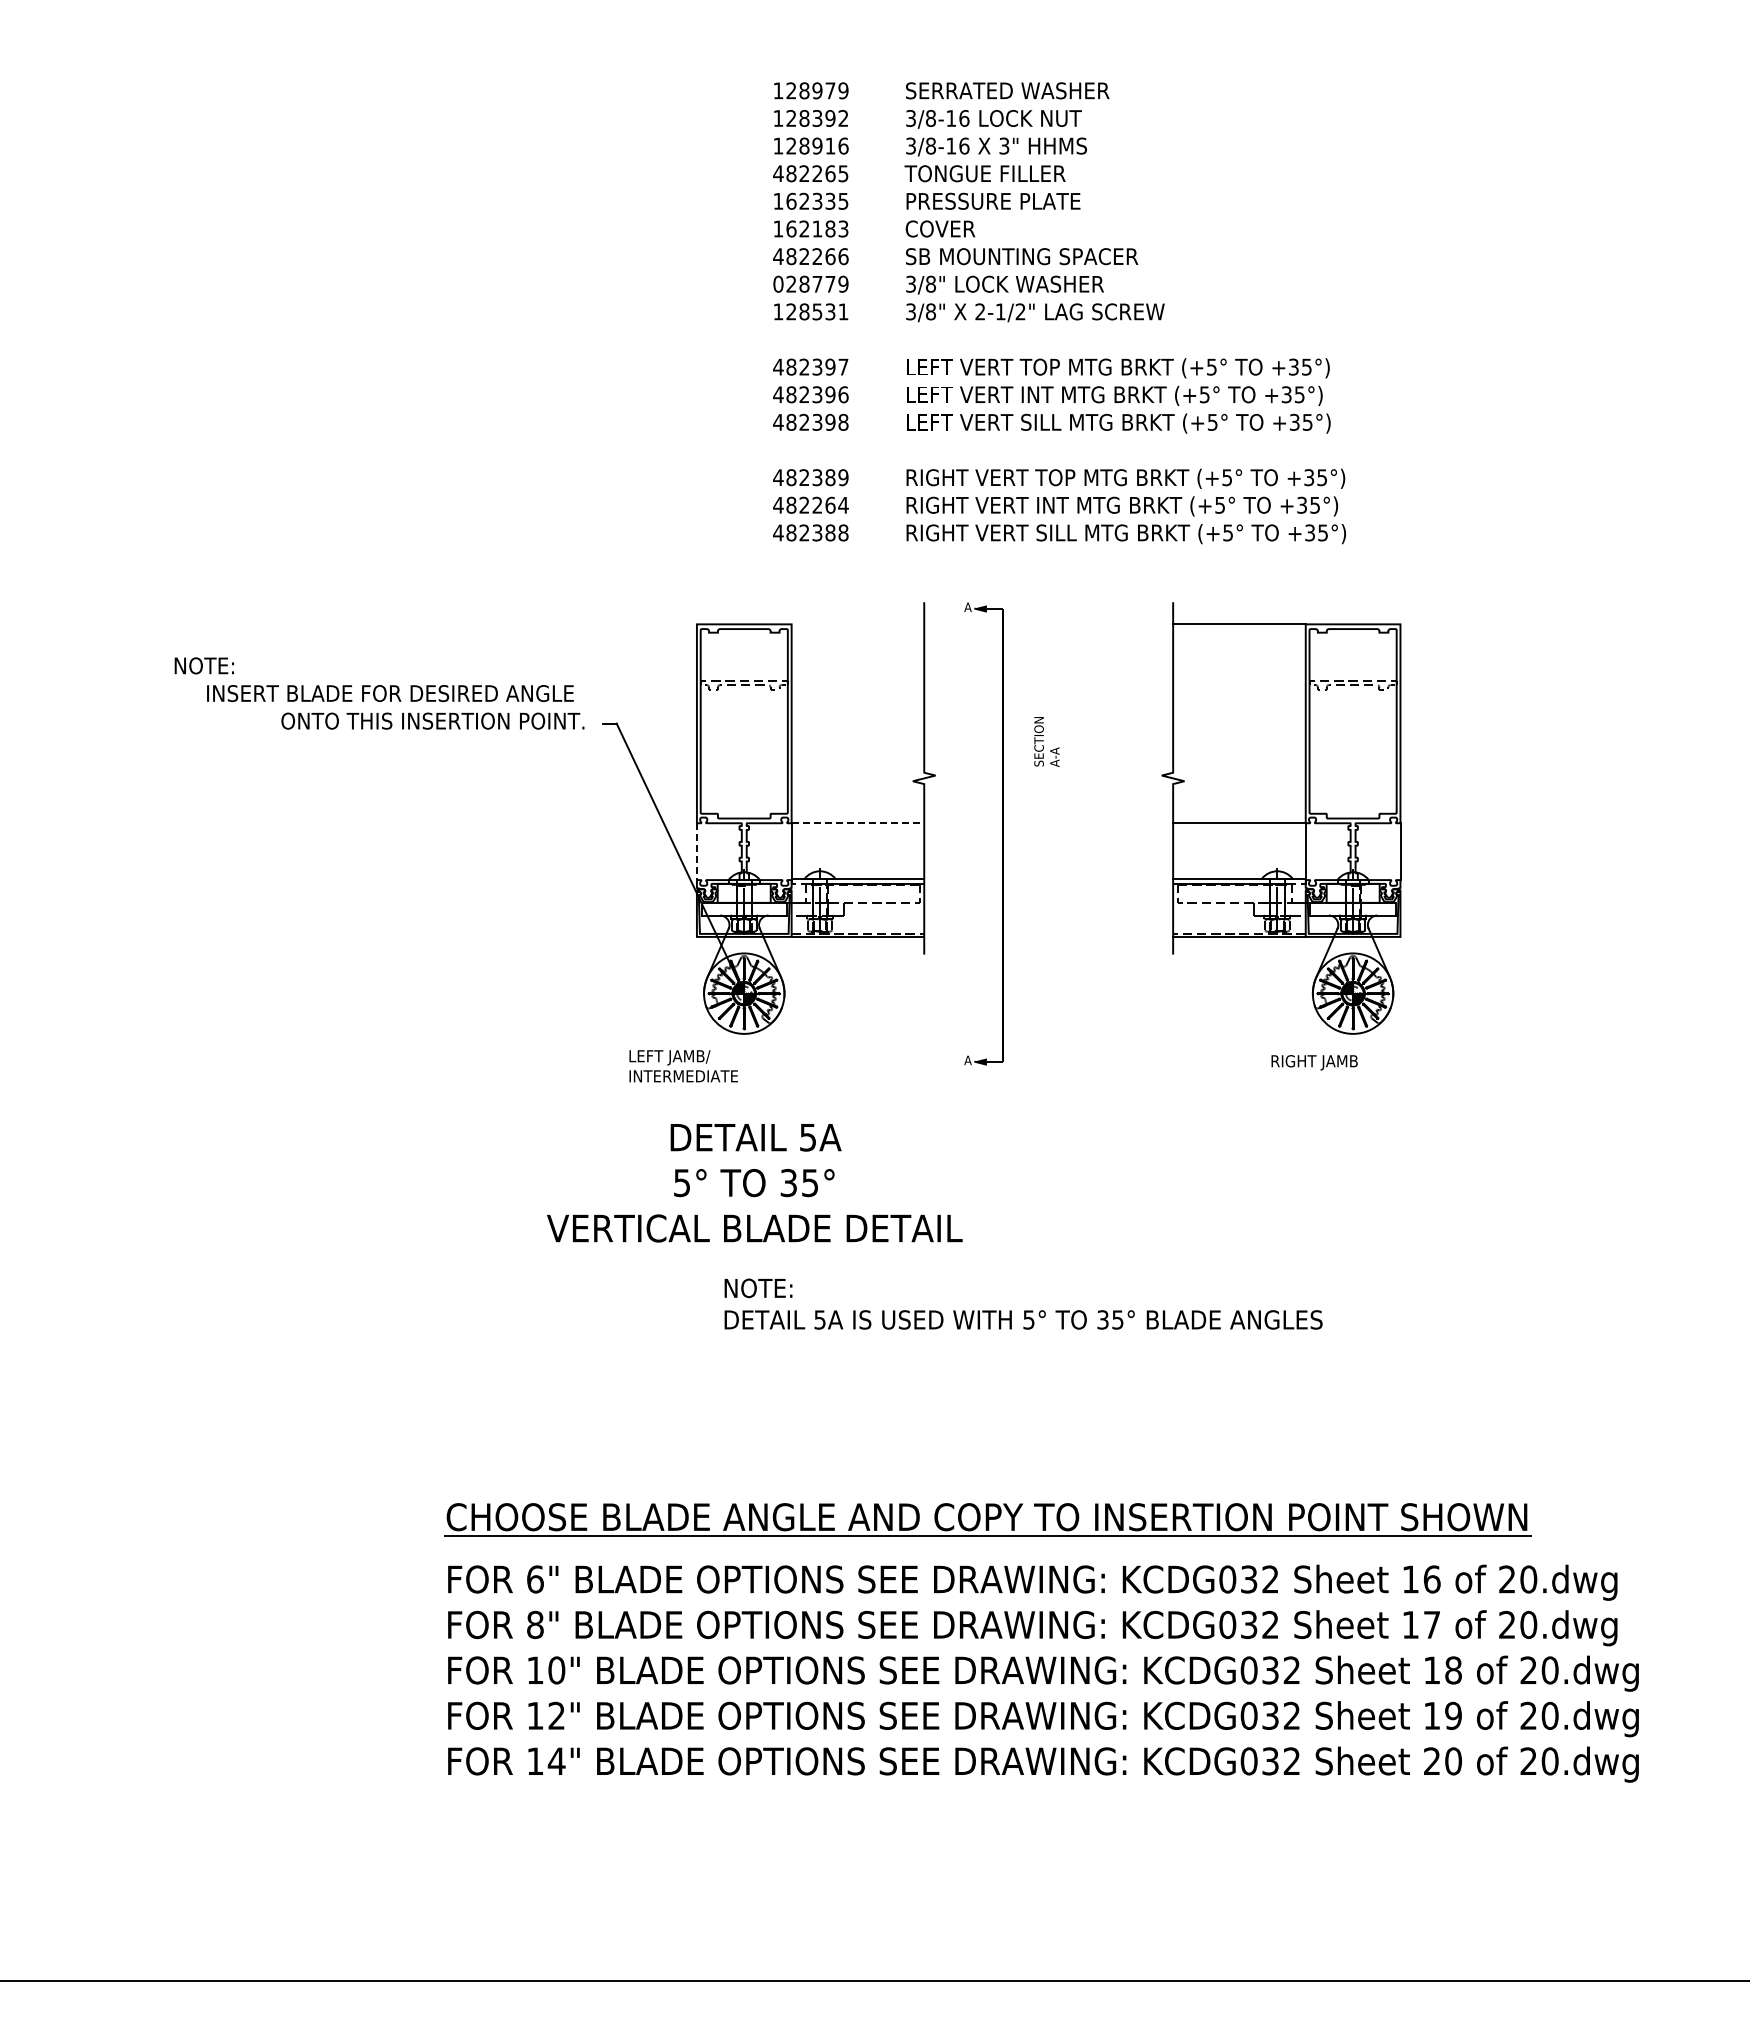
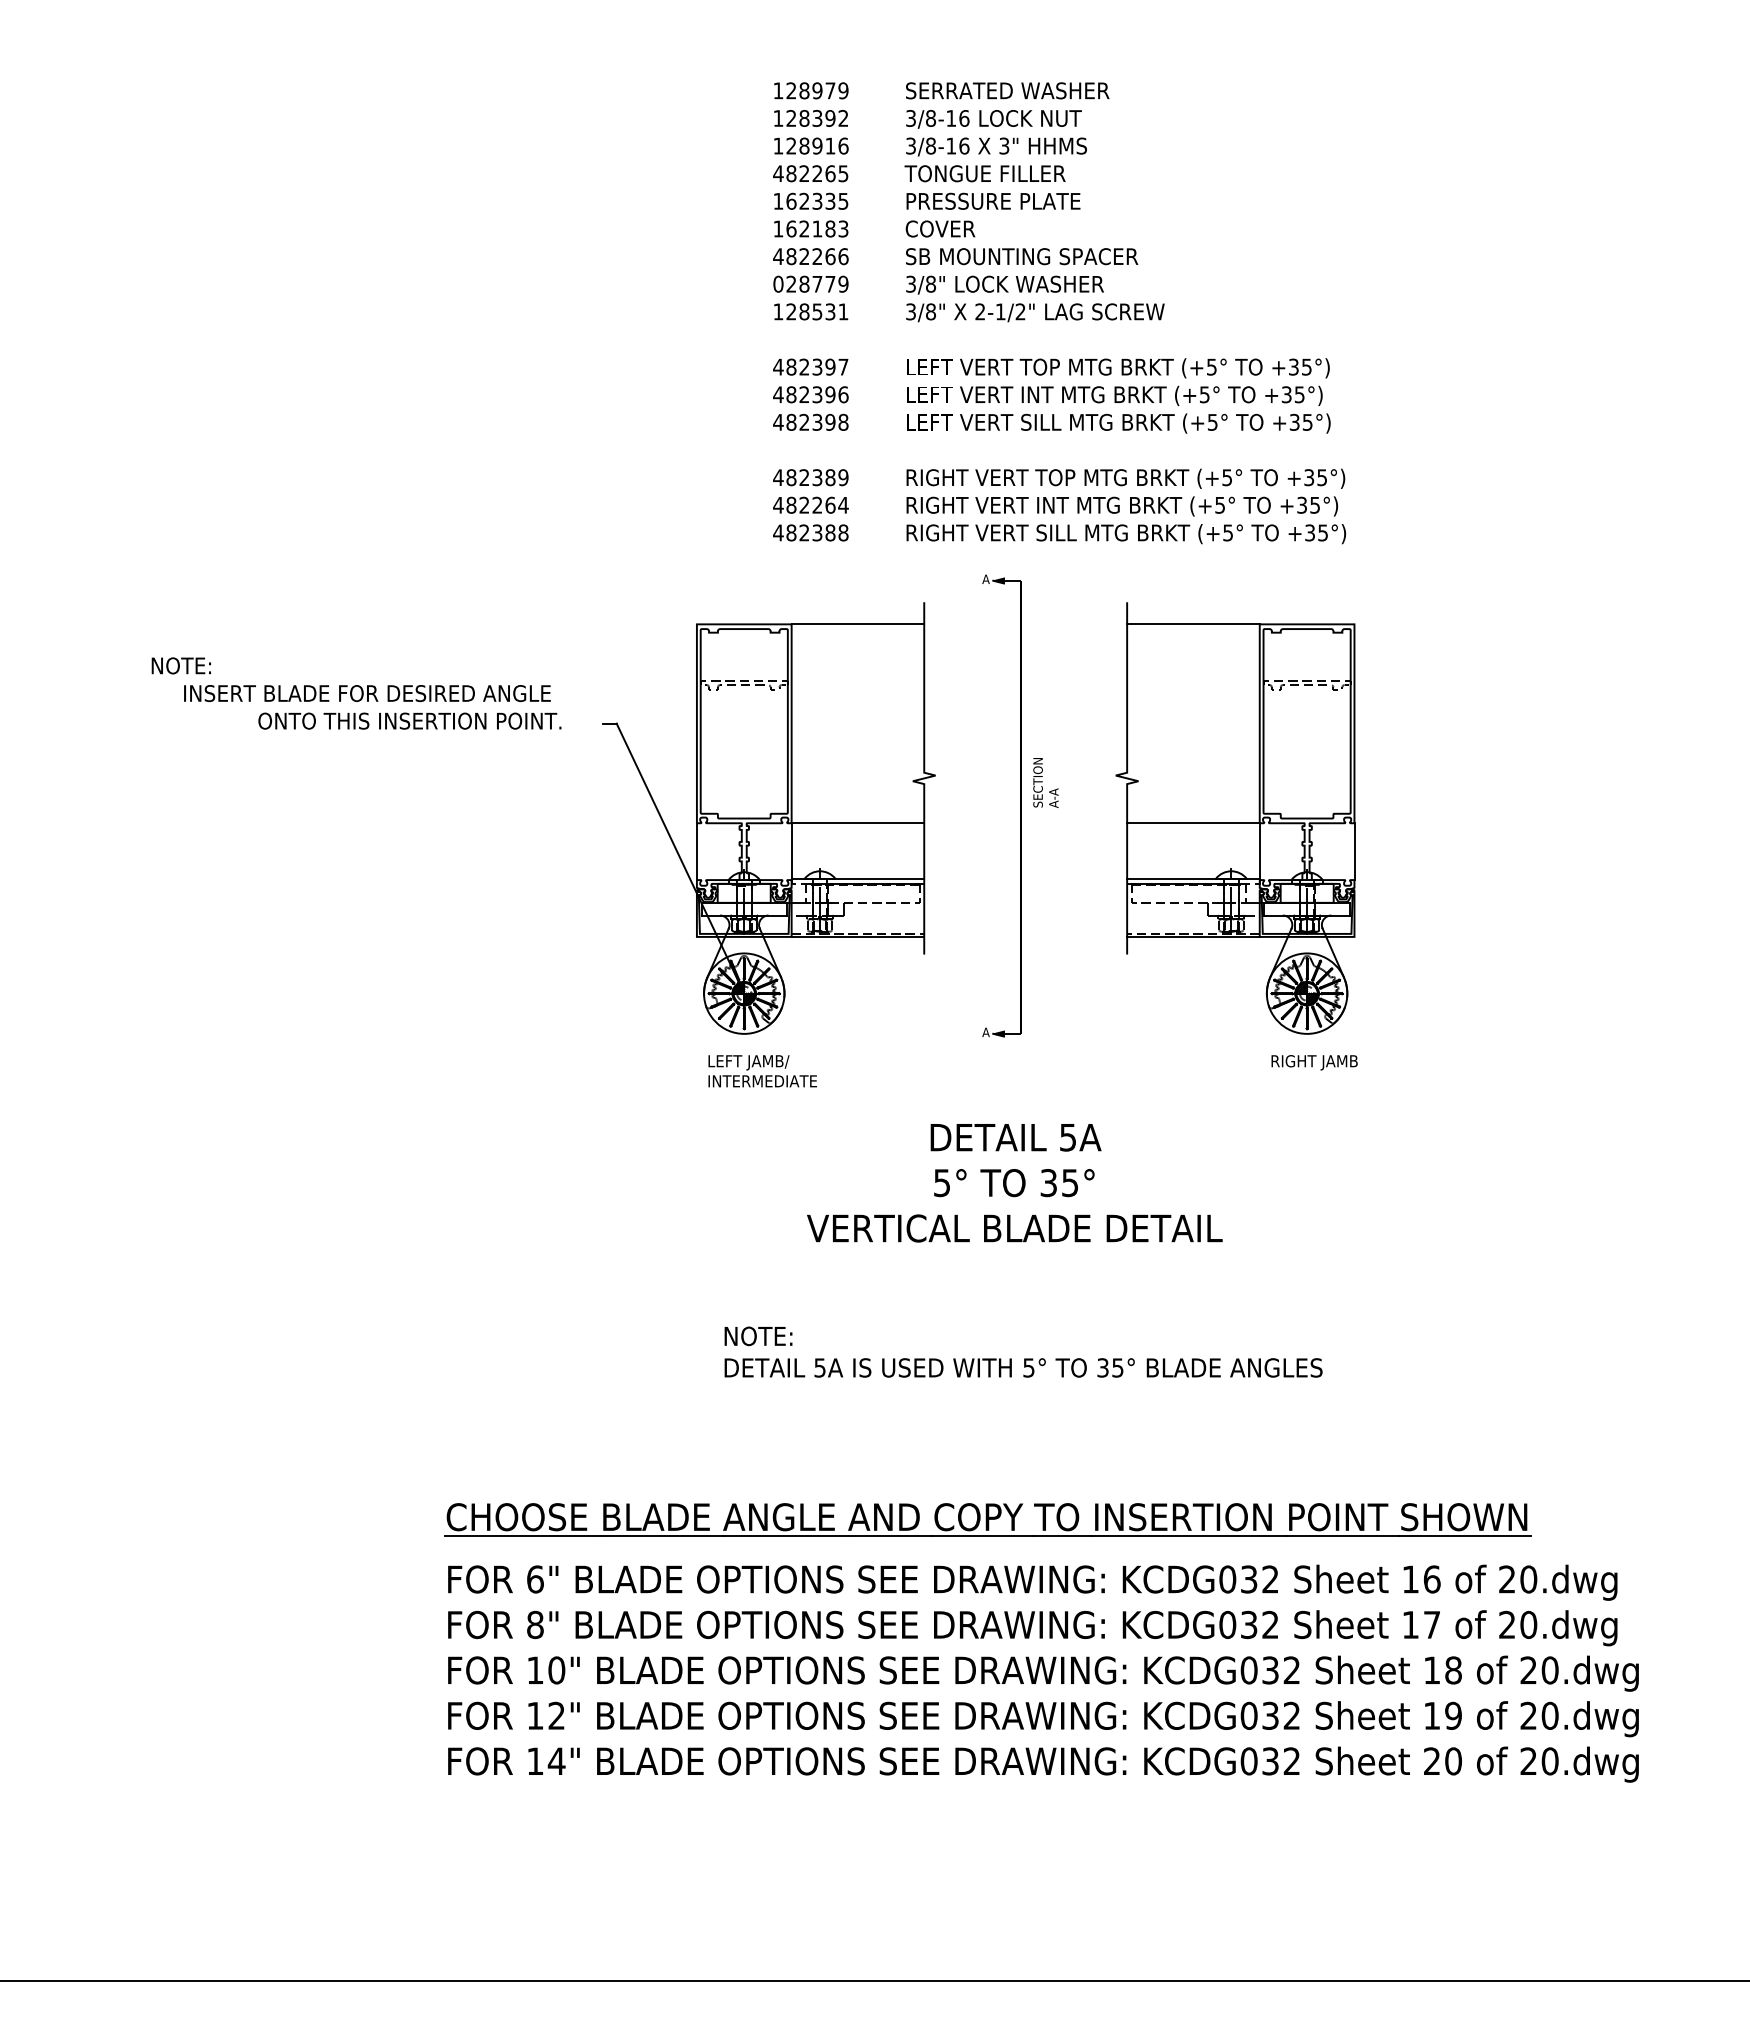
line at (857, 624): none -> present
text at (379, 693) position: (379, 693) -> (356, 693)
text at (1046, 741) position: (1046, 741) -> (1045, 782)
part at (1281, 818) position: (1281, 818) -> (1235, 818)
line at (858, 823): dashed -> solid
part at (1002, 833) position: (1002, 833) -> (1020, 805)
line at (696, 851): dashed -> solid
text at (683, 1066) position: (683, 1066) -> (762, 1071)
text at (754, 1183) position: (754, 1183) -> (1014, 1183)
text at (1023, 1303) position: (1023, 1303) -> (1023, 1351)
